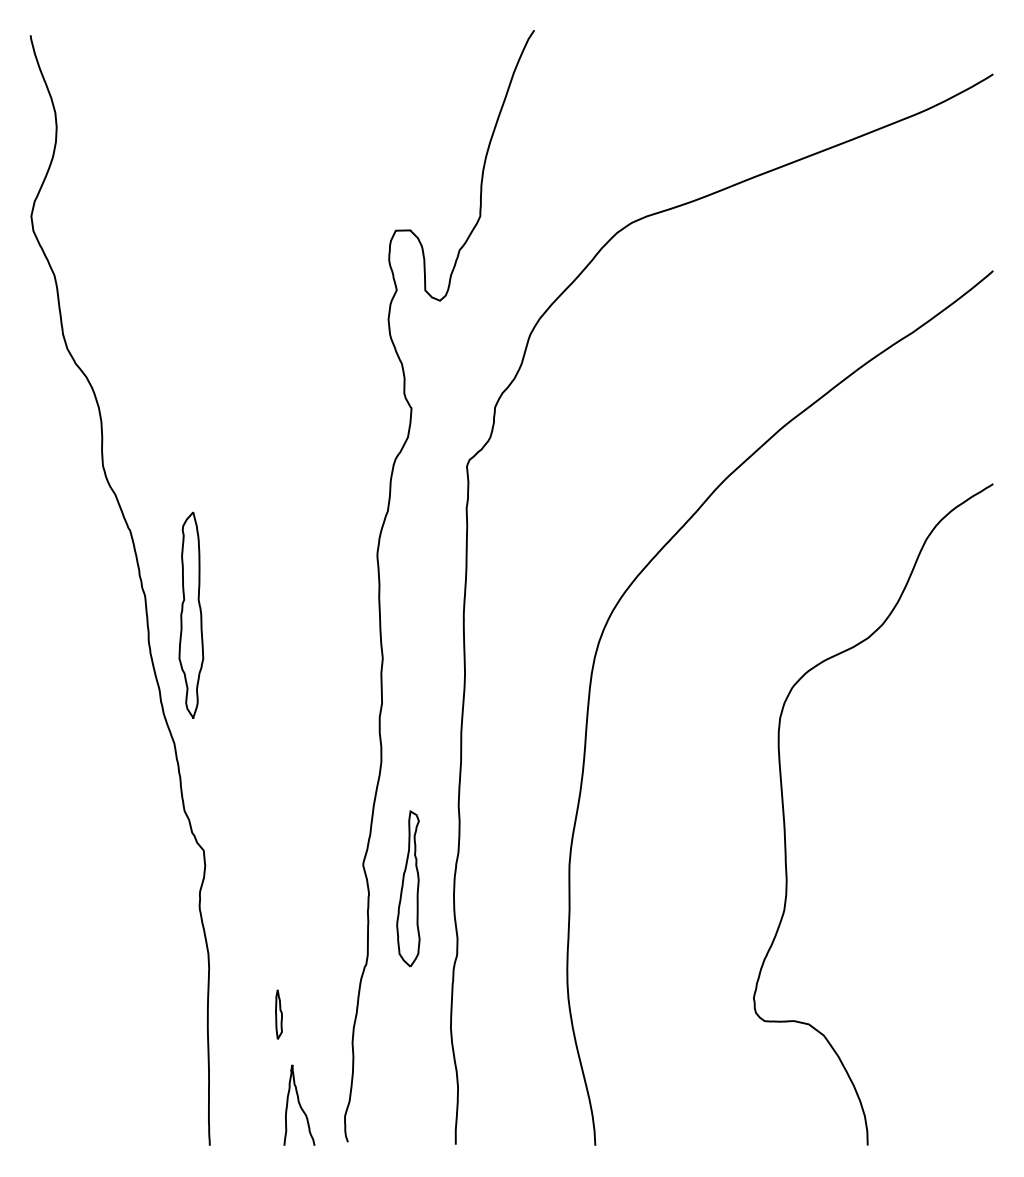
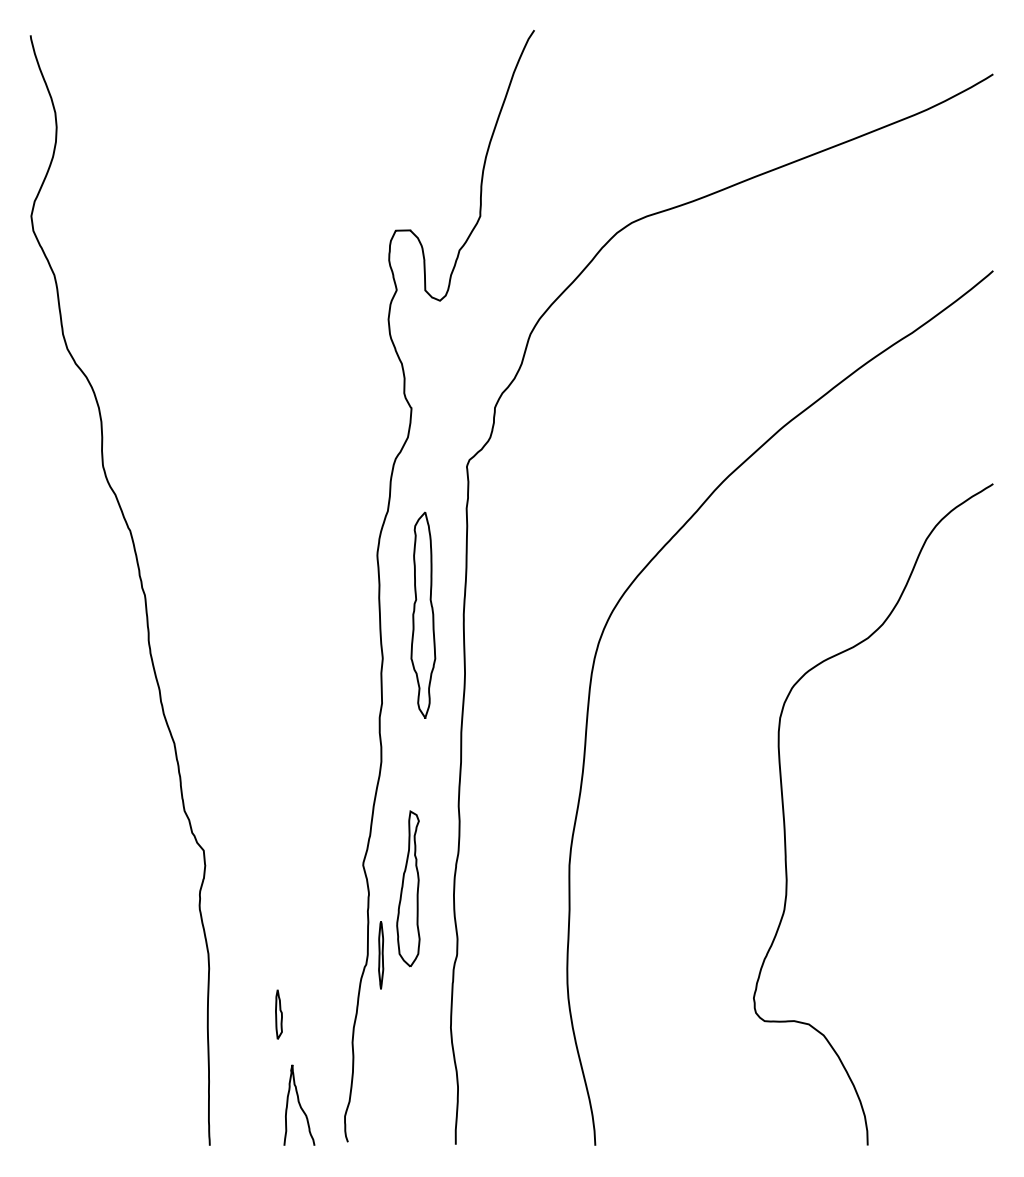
part at (191, 614) position: (191, 614) -> (423, 614)
part at (381, 955): none -> present
